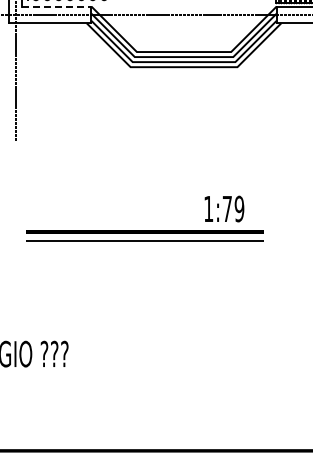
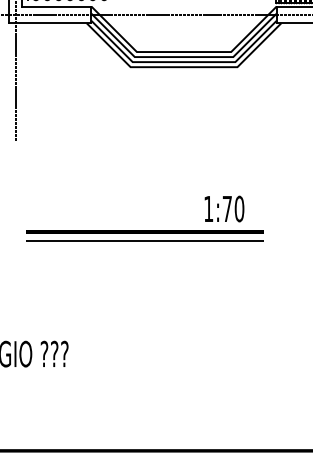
line at (56, 6): dashed -> solid
text at (239, 209): 1:79 -> 1:70
